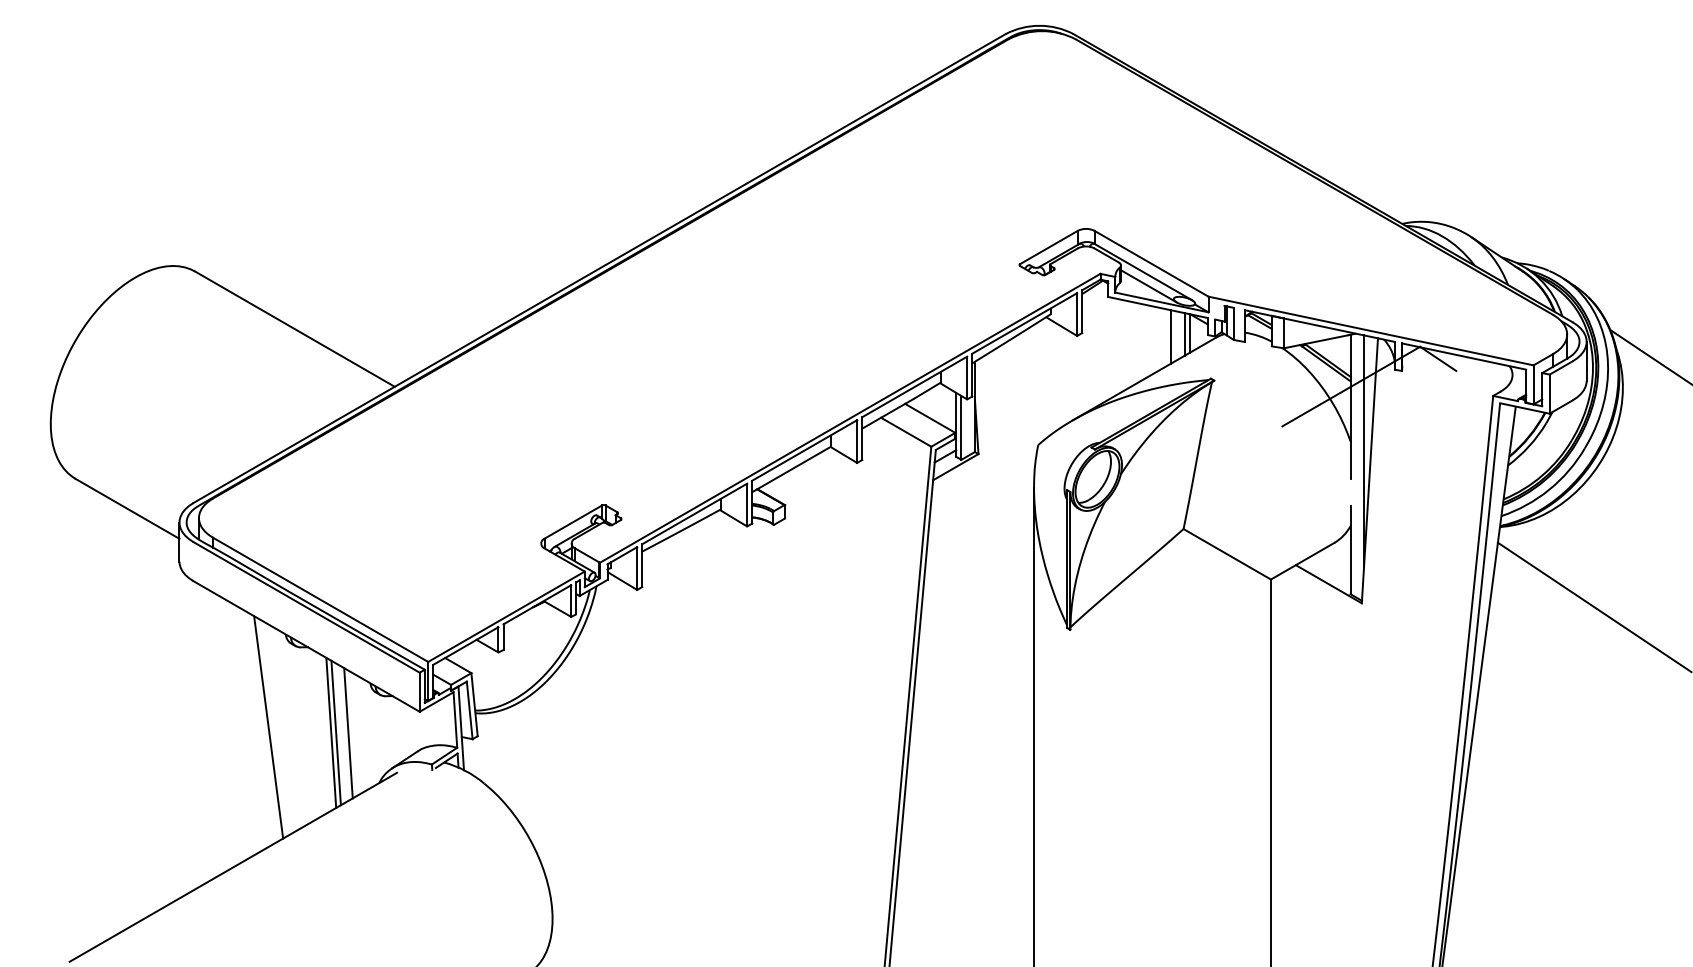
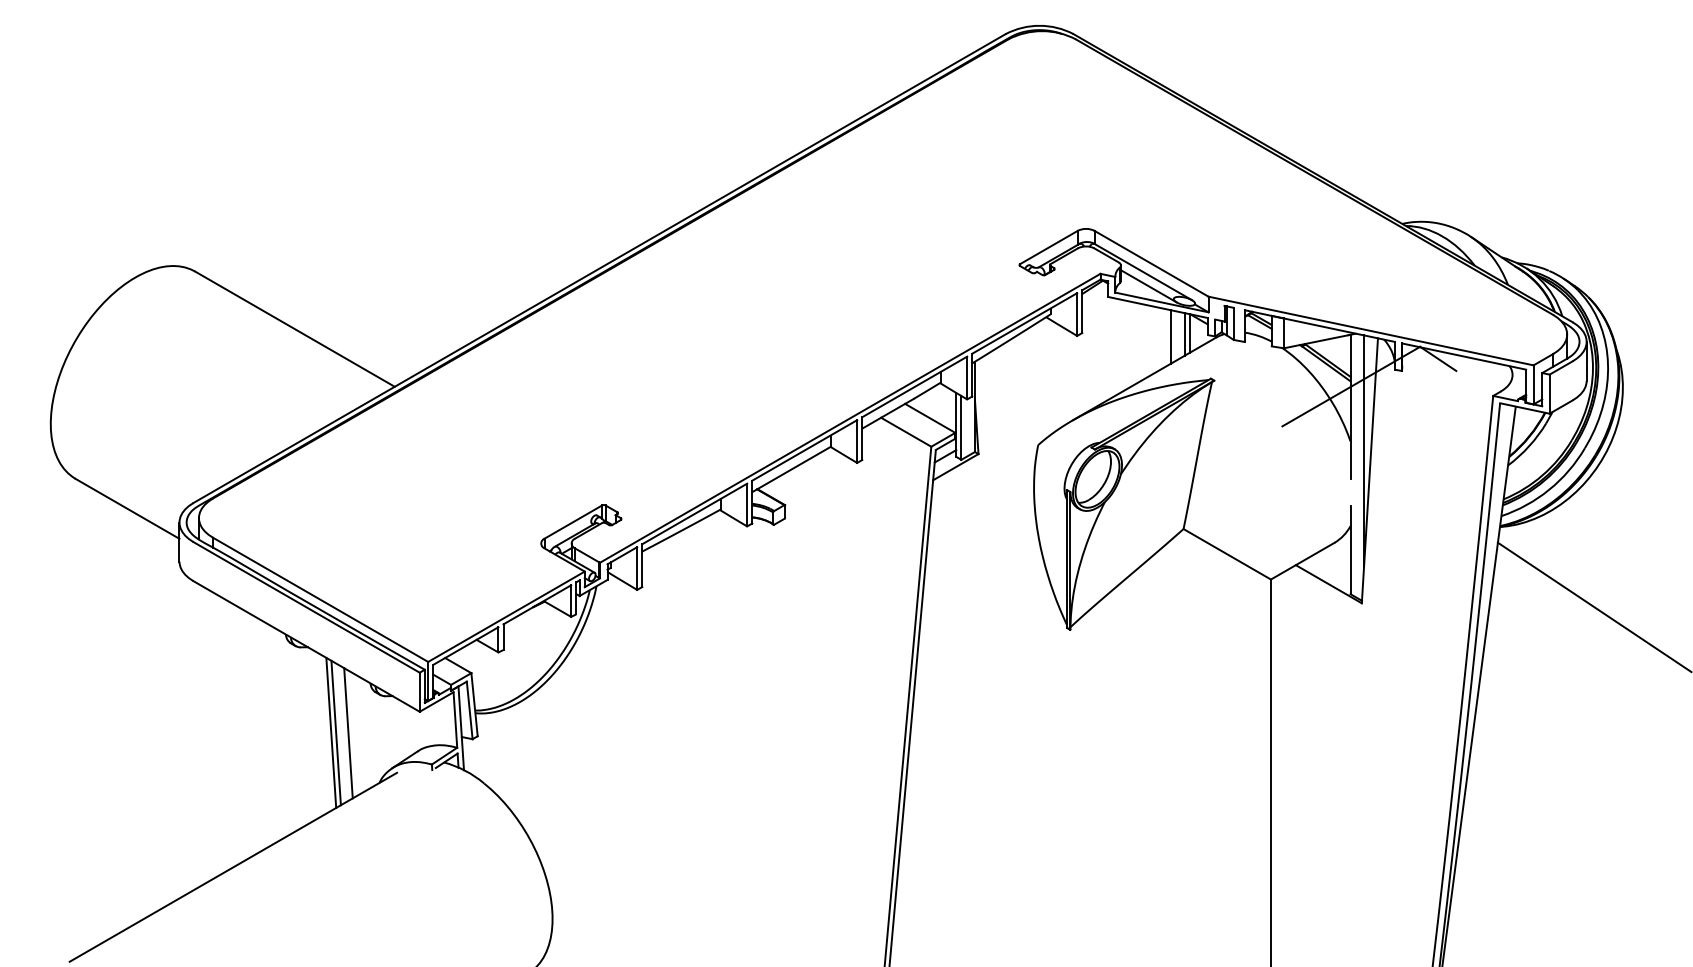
line at (1649, 356): present -> none
line at (1034, 725): present -> none
line at (268, 727): present -> none
